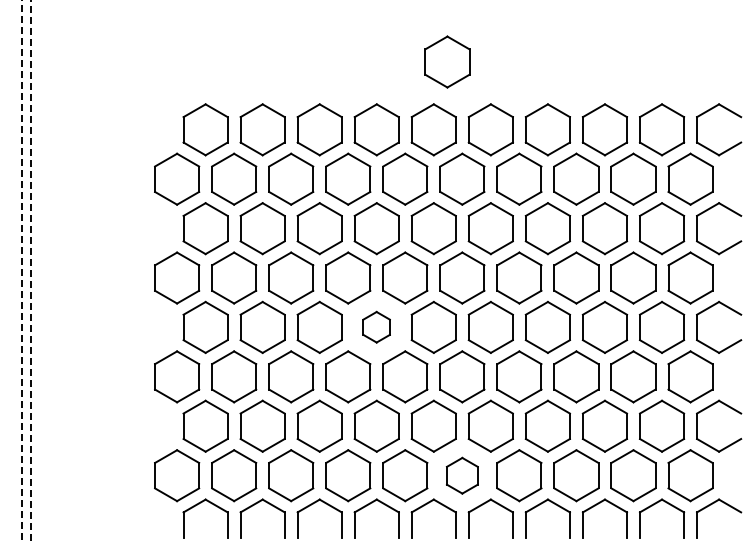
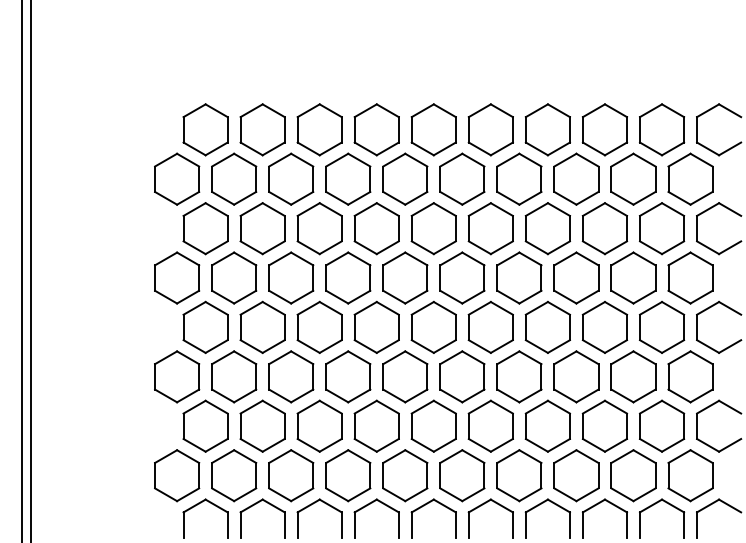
part at (447, 61): present -> none
line at (22, 271): dashed -> solid
line at (31, 271): dashed -> solid
part at (376, 326) size: 29x34 px -> 47x54 px
part at (461, 475) size: 34x39 px -> 47x54 px
